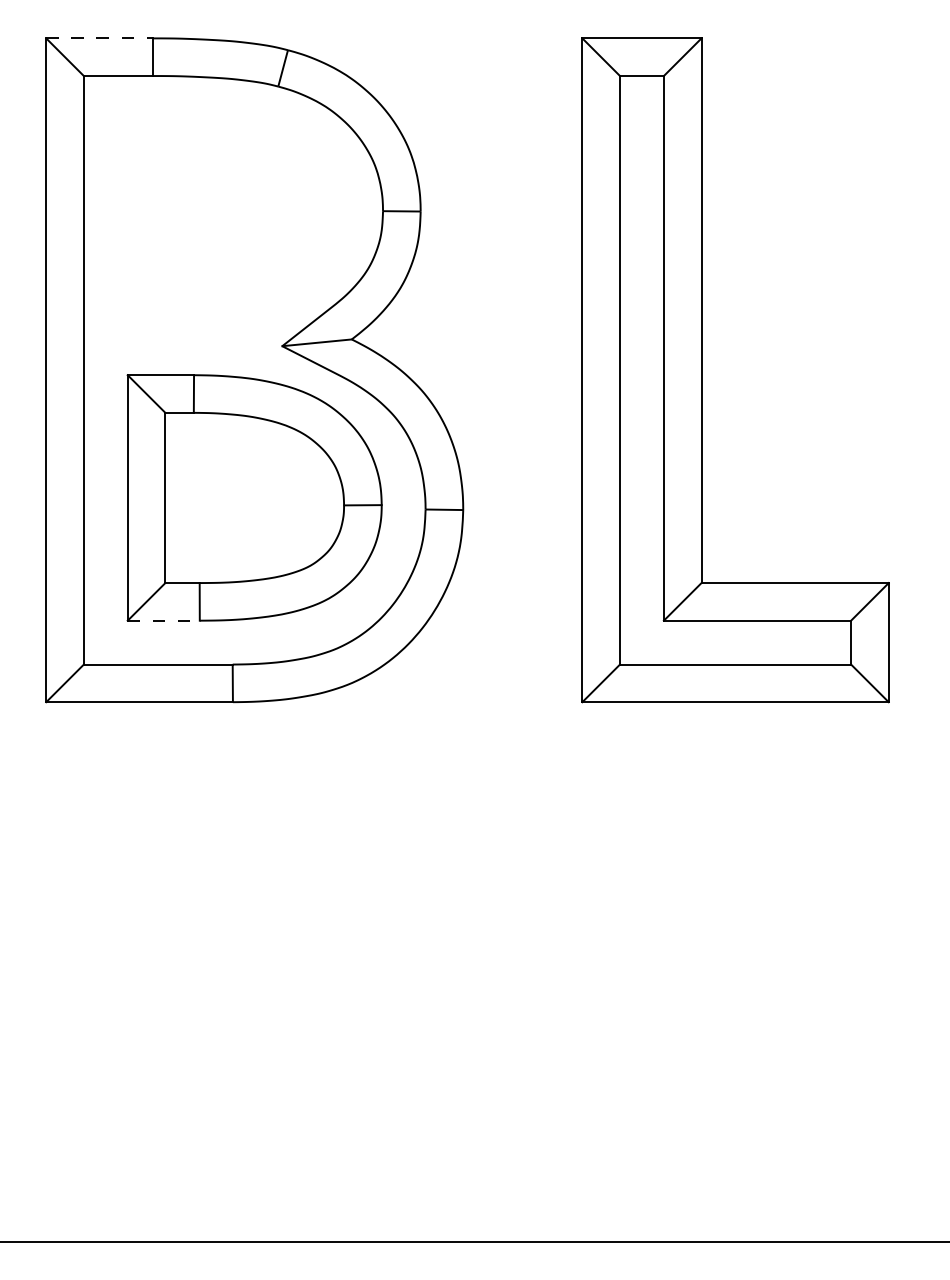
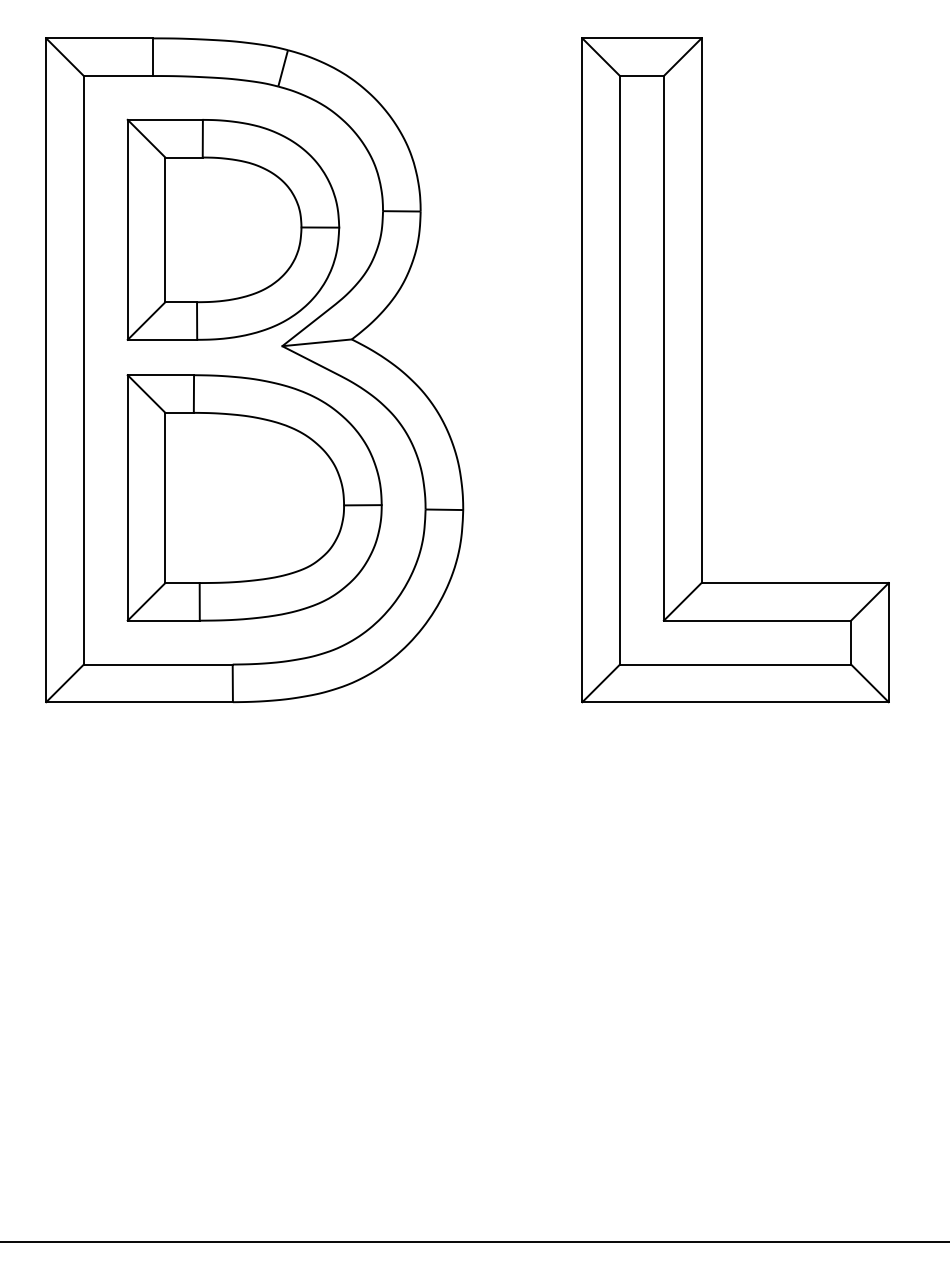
line at (99, 38): dashed -> solid
part at (233, 229): none -> present
line at (164, 620): dashed -> solid
